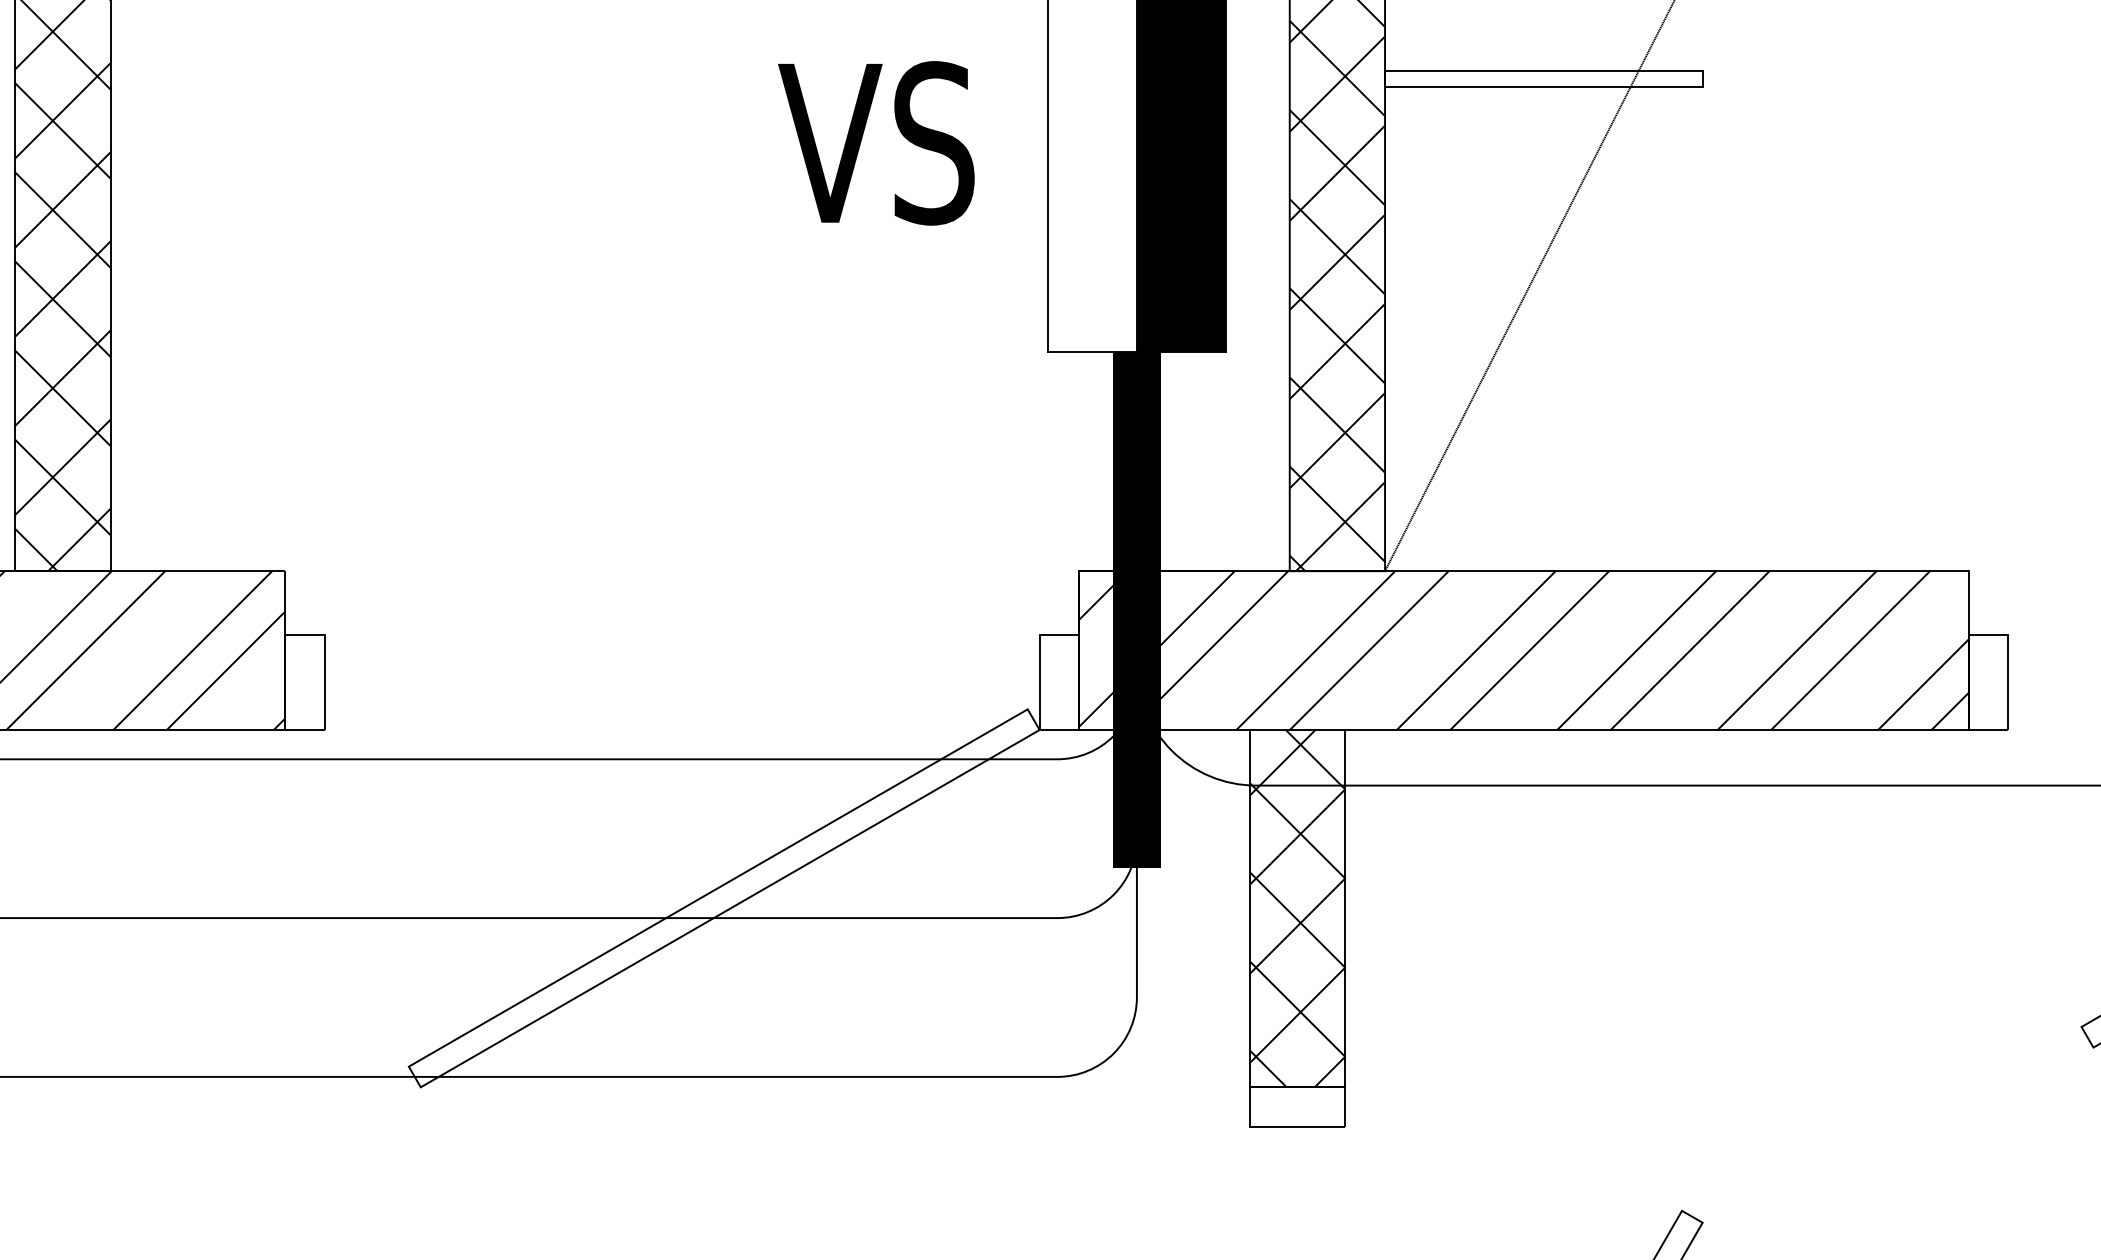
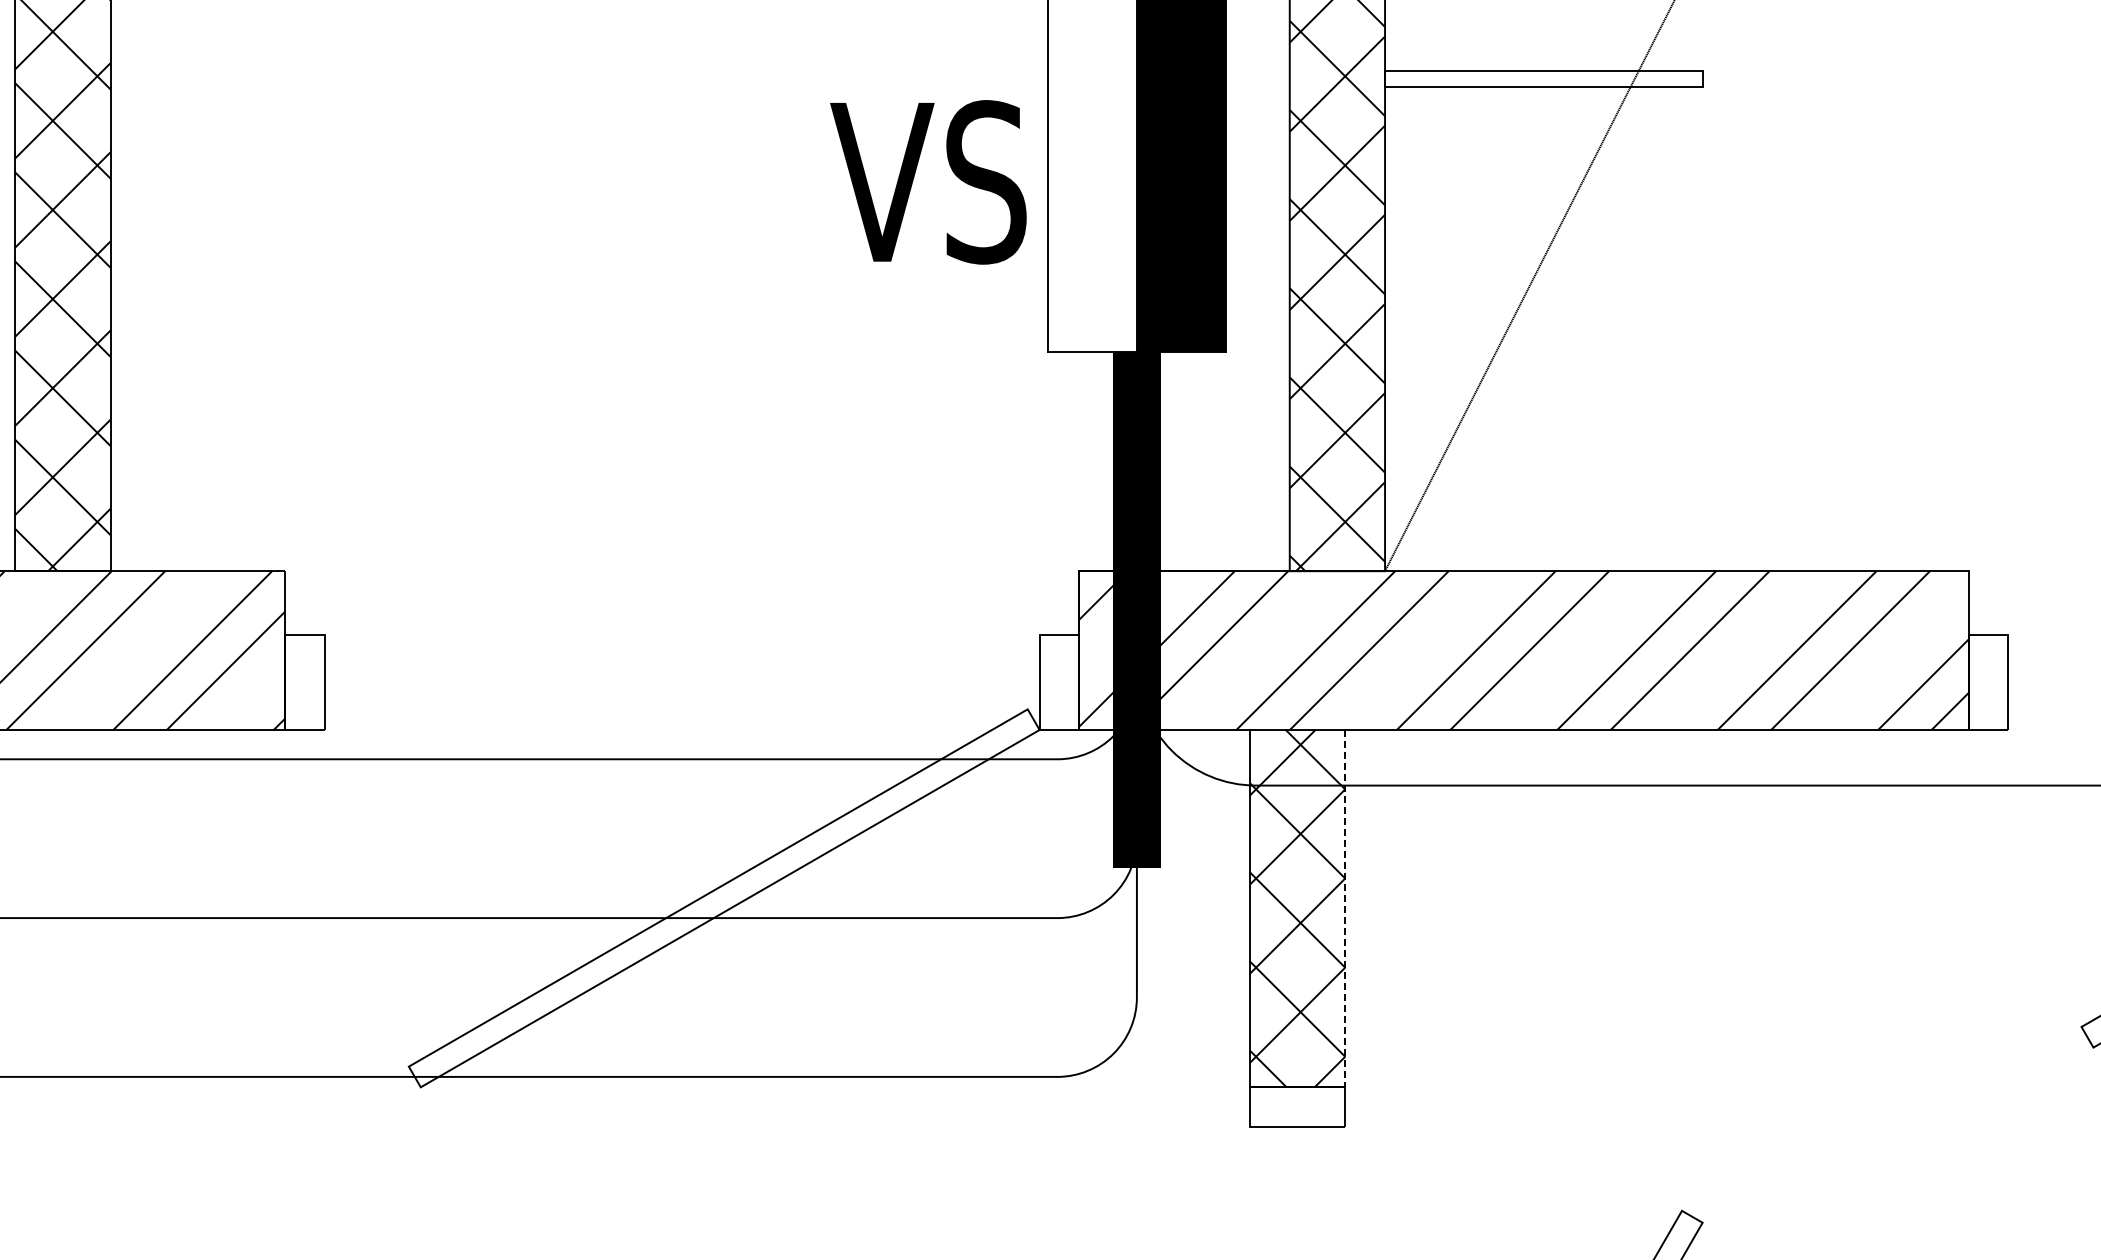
text at (876, 143) position: (876, 143) -> (928, 182)
line at (1345, 908): solid -> dashed
